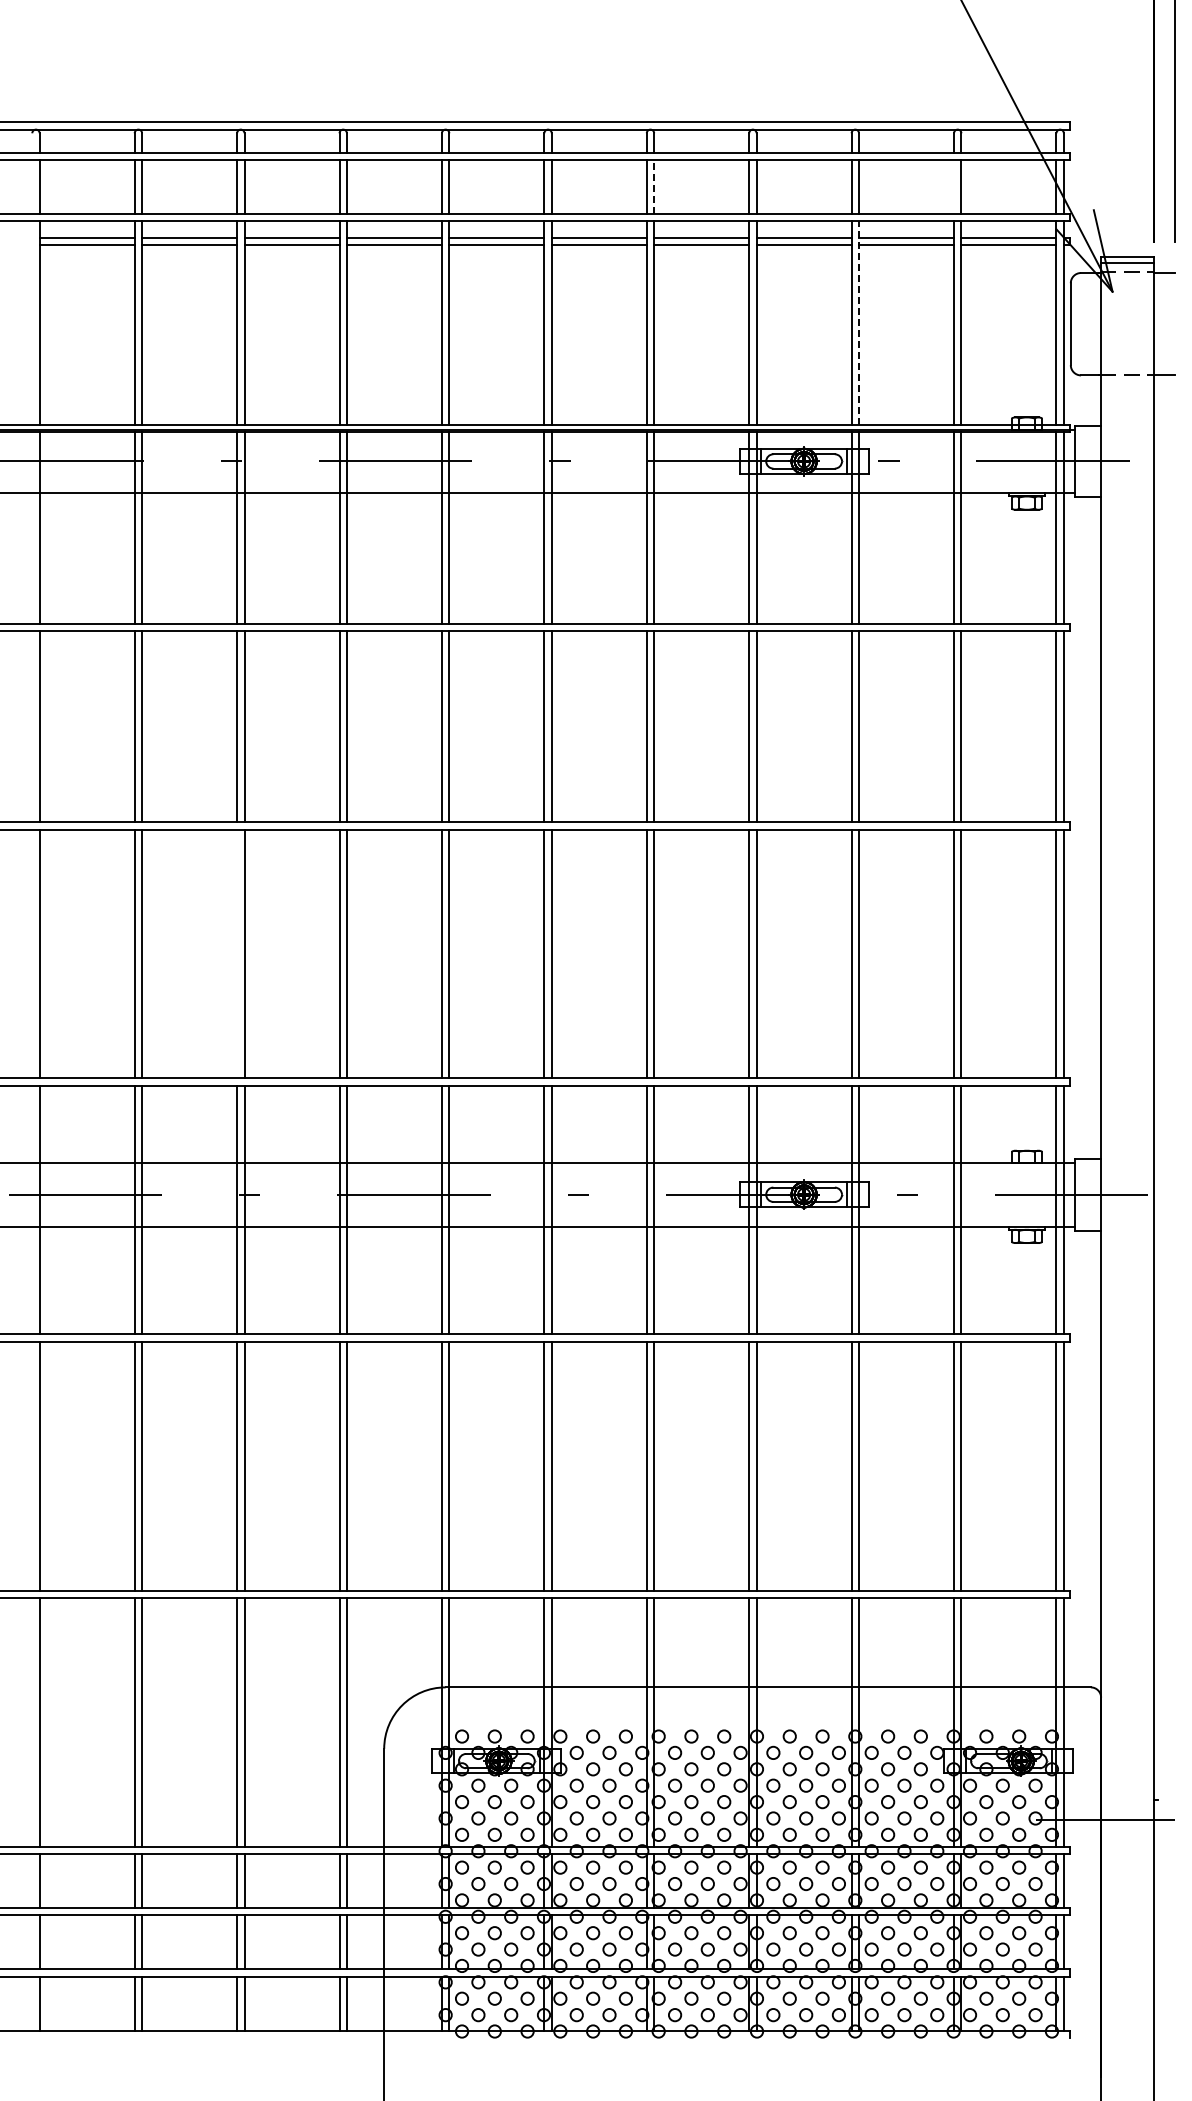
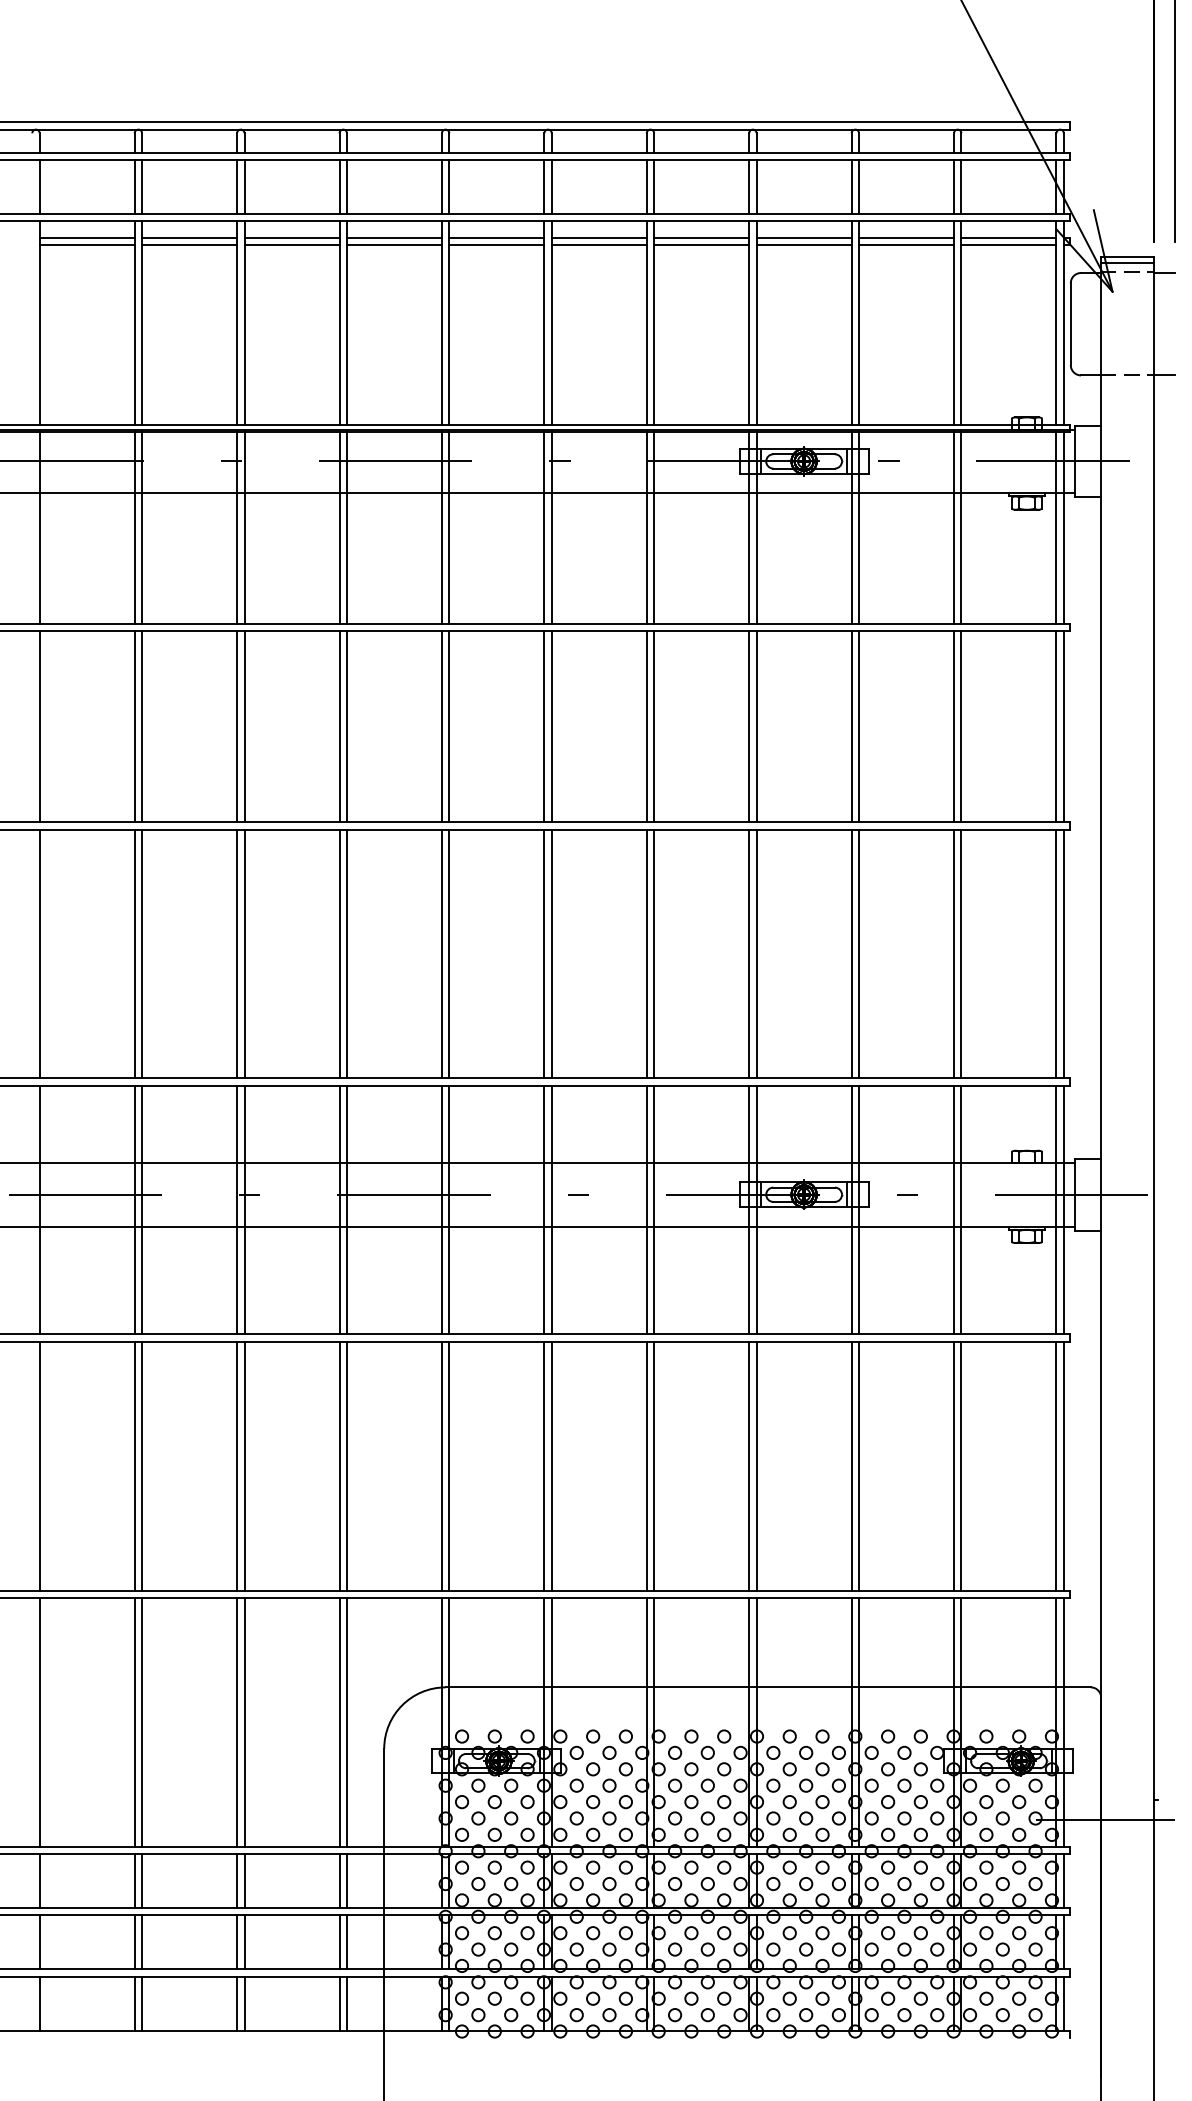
line at (654, 186): dashed -> solid
line at (954, 186): none -> present
line at (859, 323): dashed -> solid
line at (237, 953): none -> present
